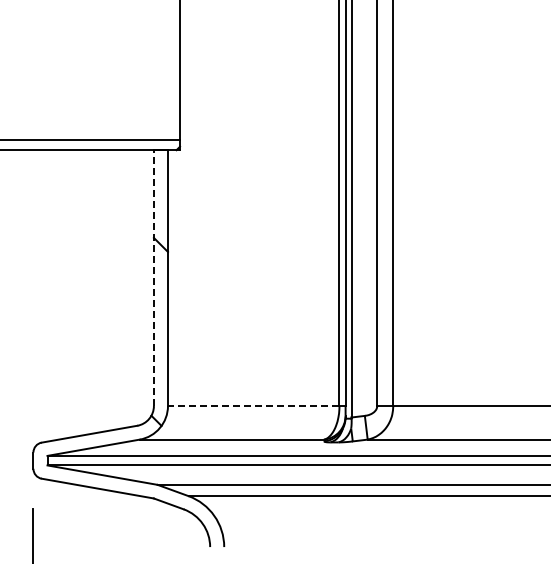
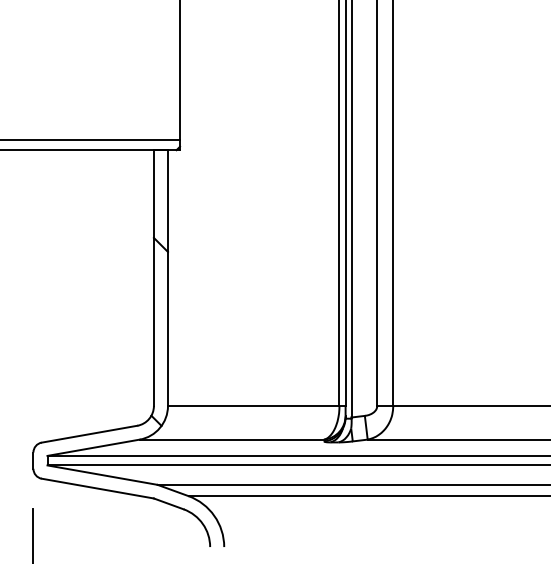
line at (153, 278): dashed -> solid
line at (253, 406): dashed -> solid
